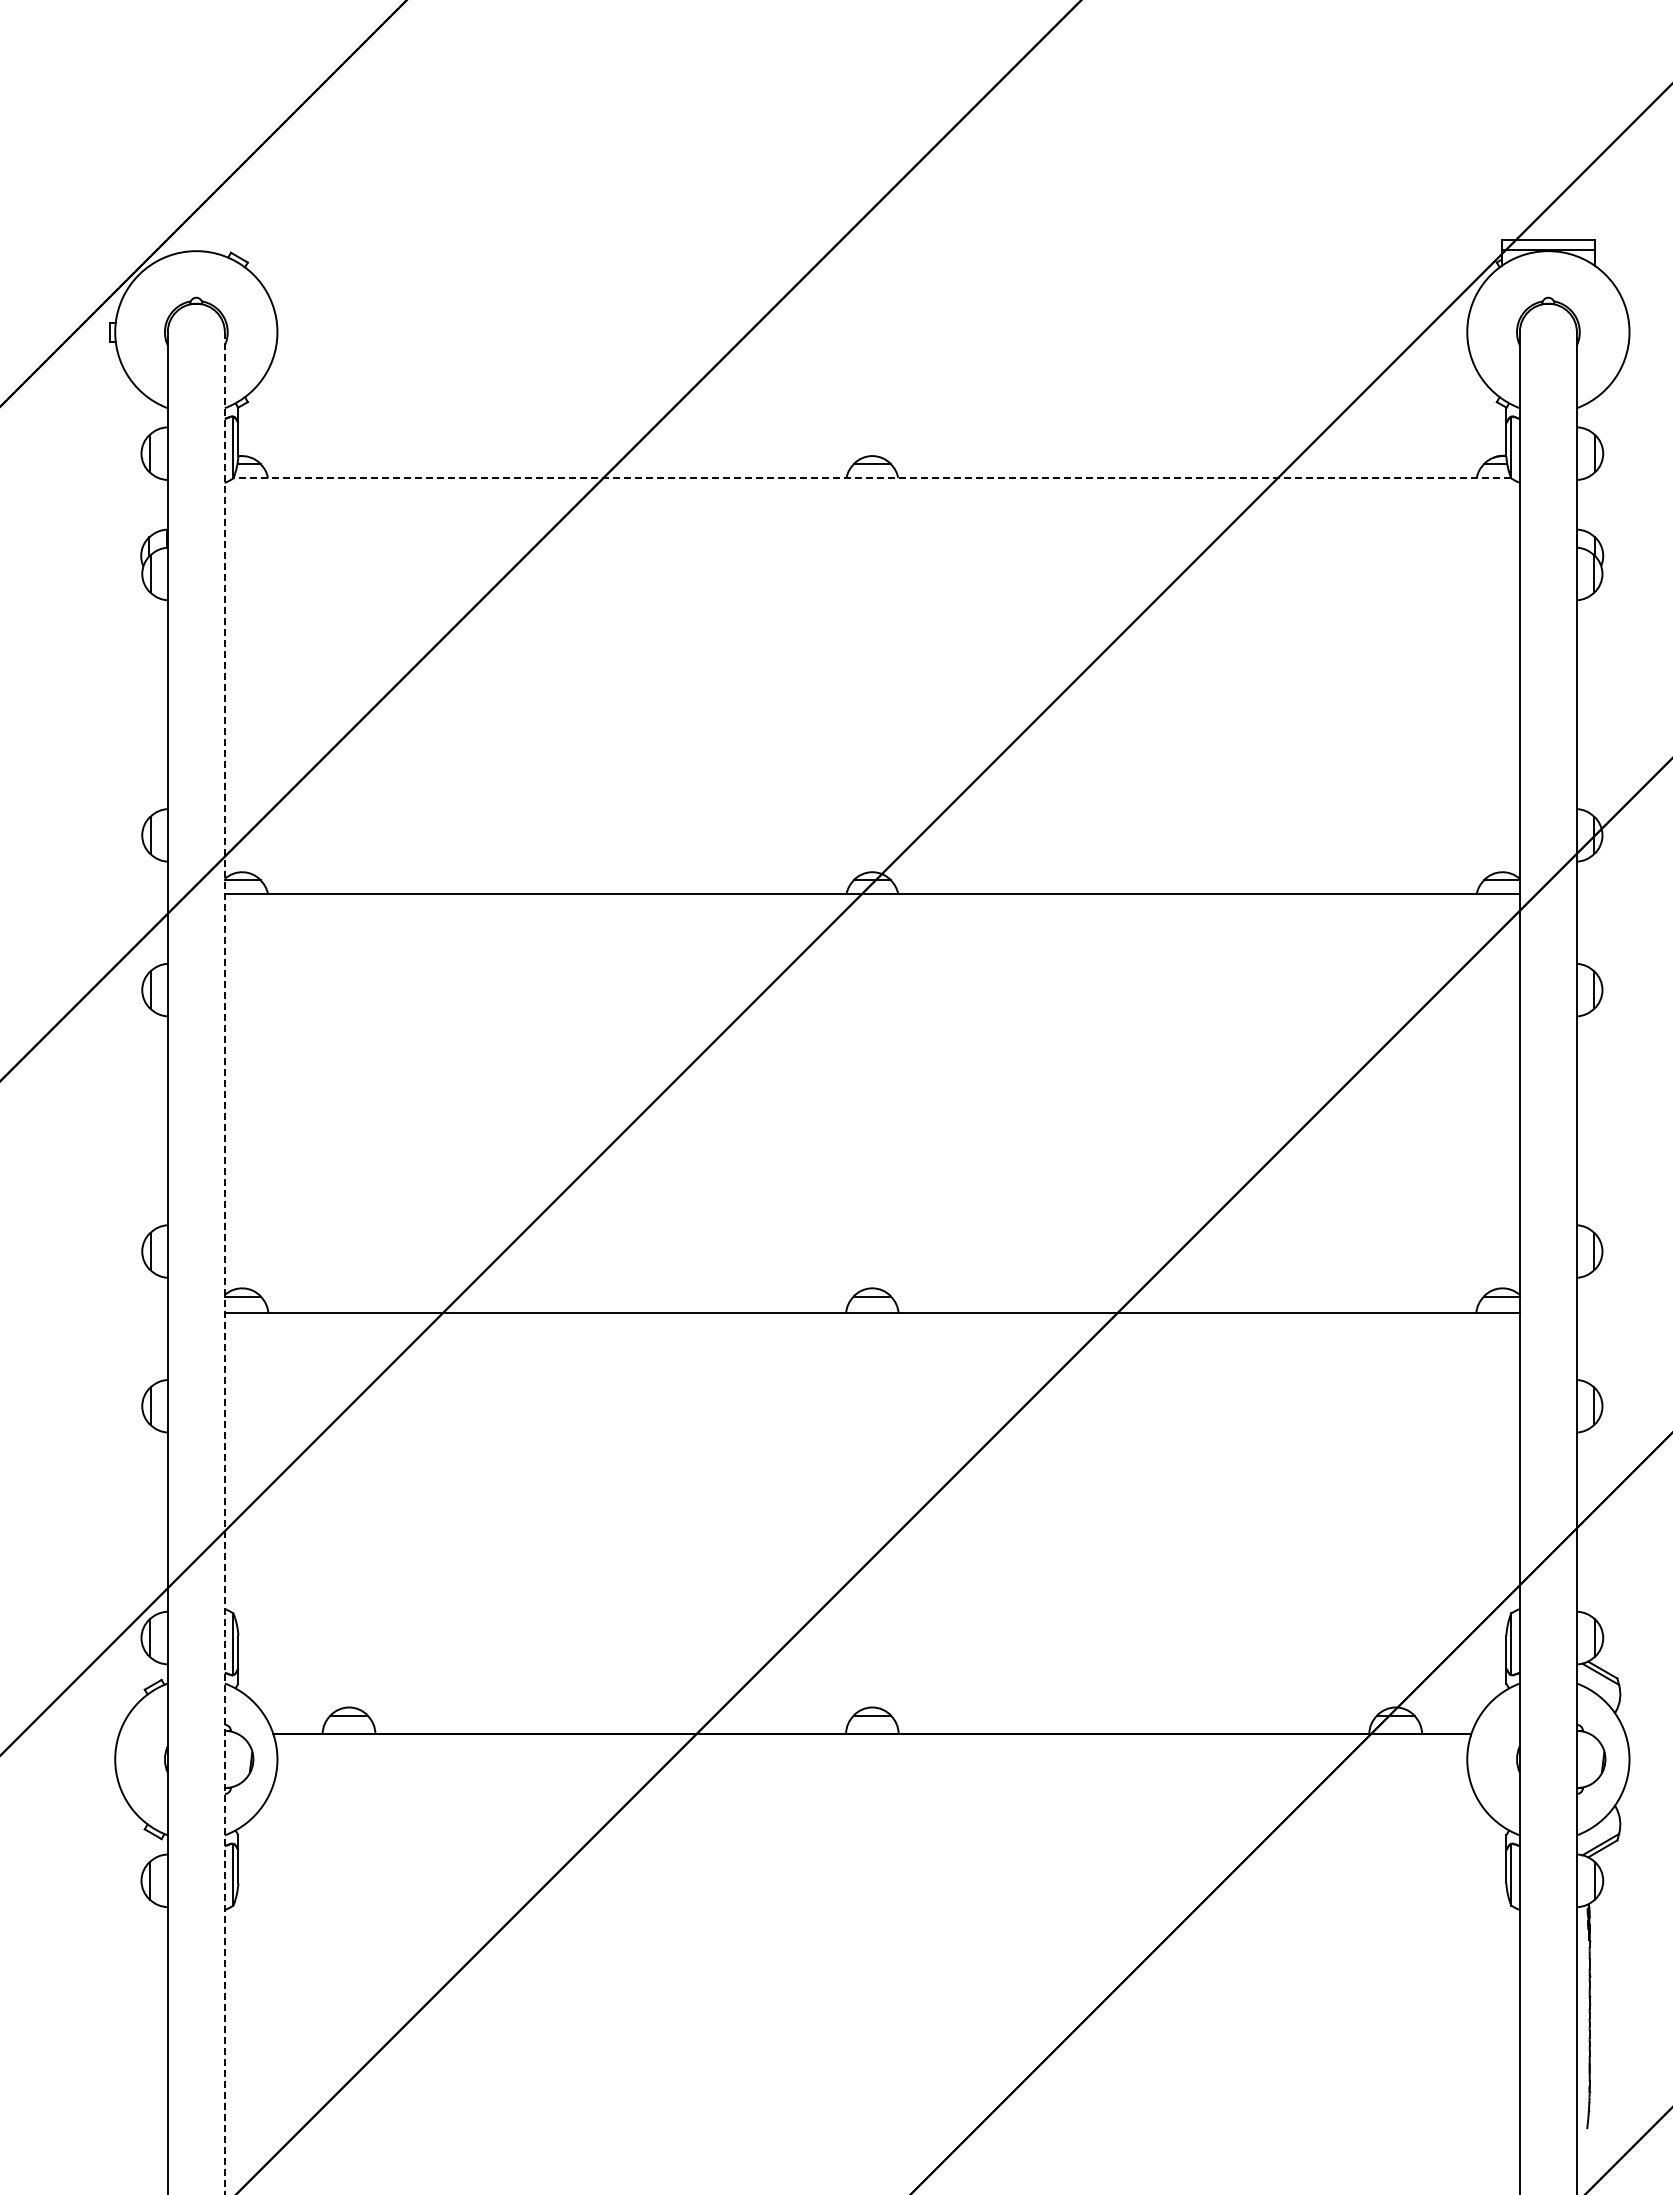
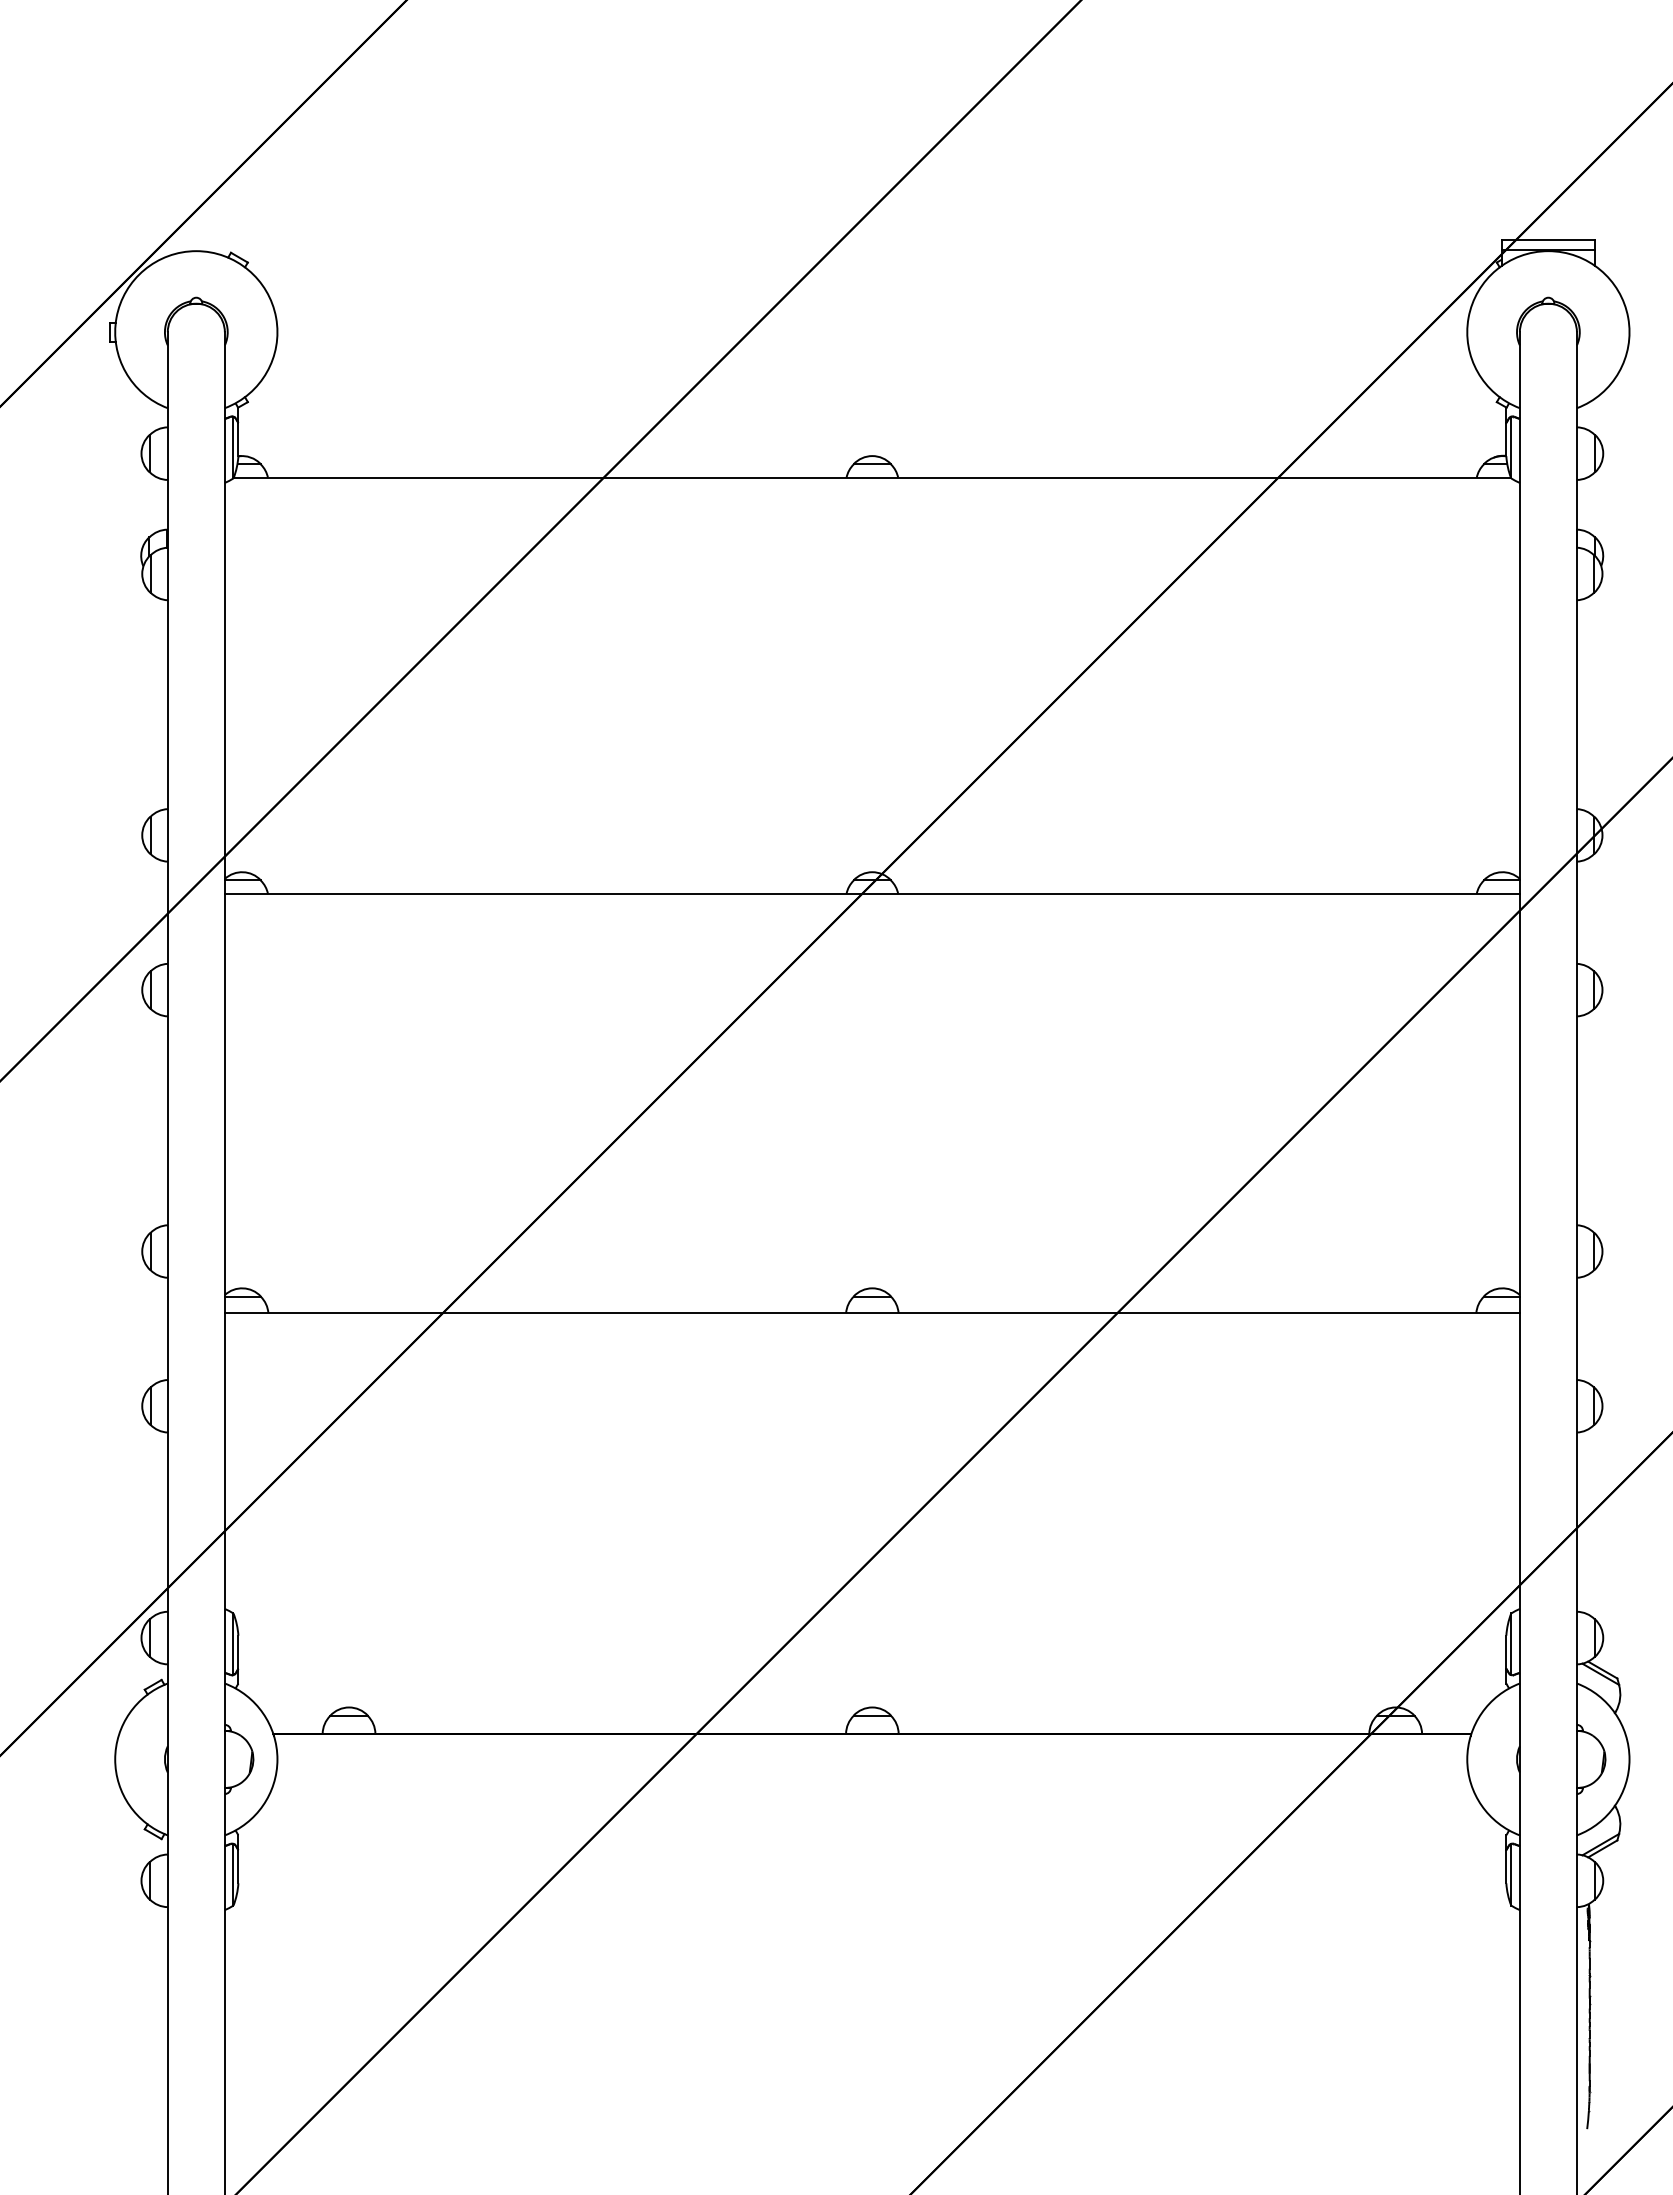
line at (872, 477): dashed -> solid
line at (224, 1263): dashed -> solid
